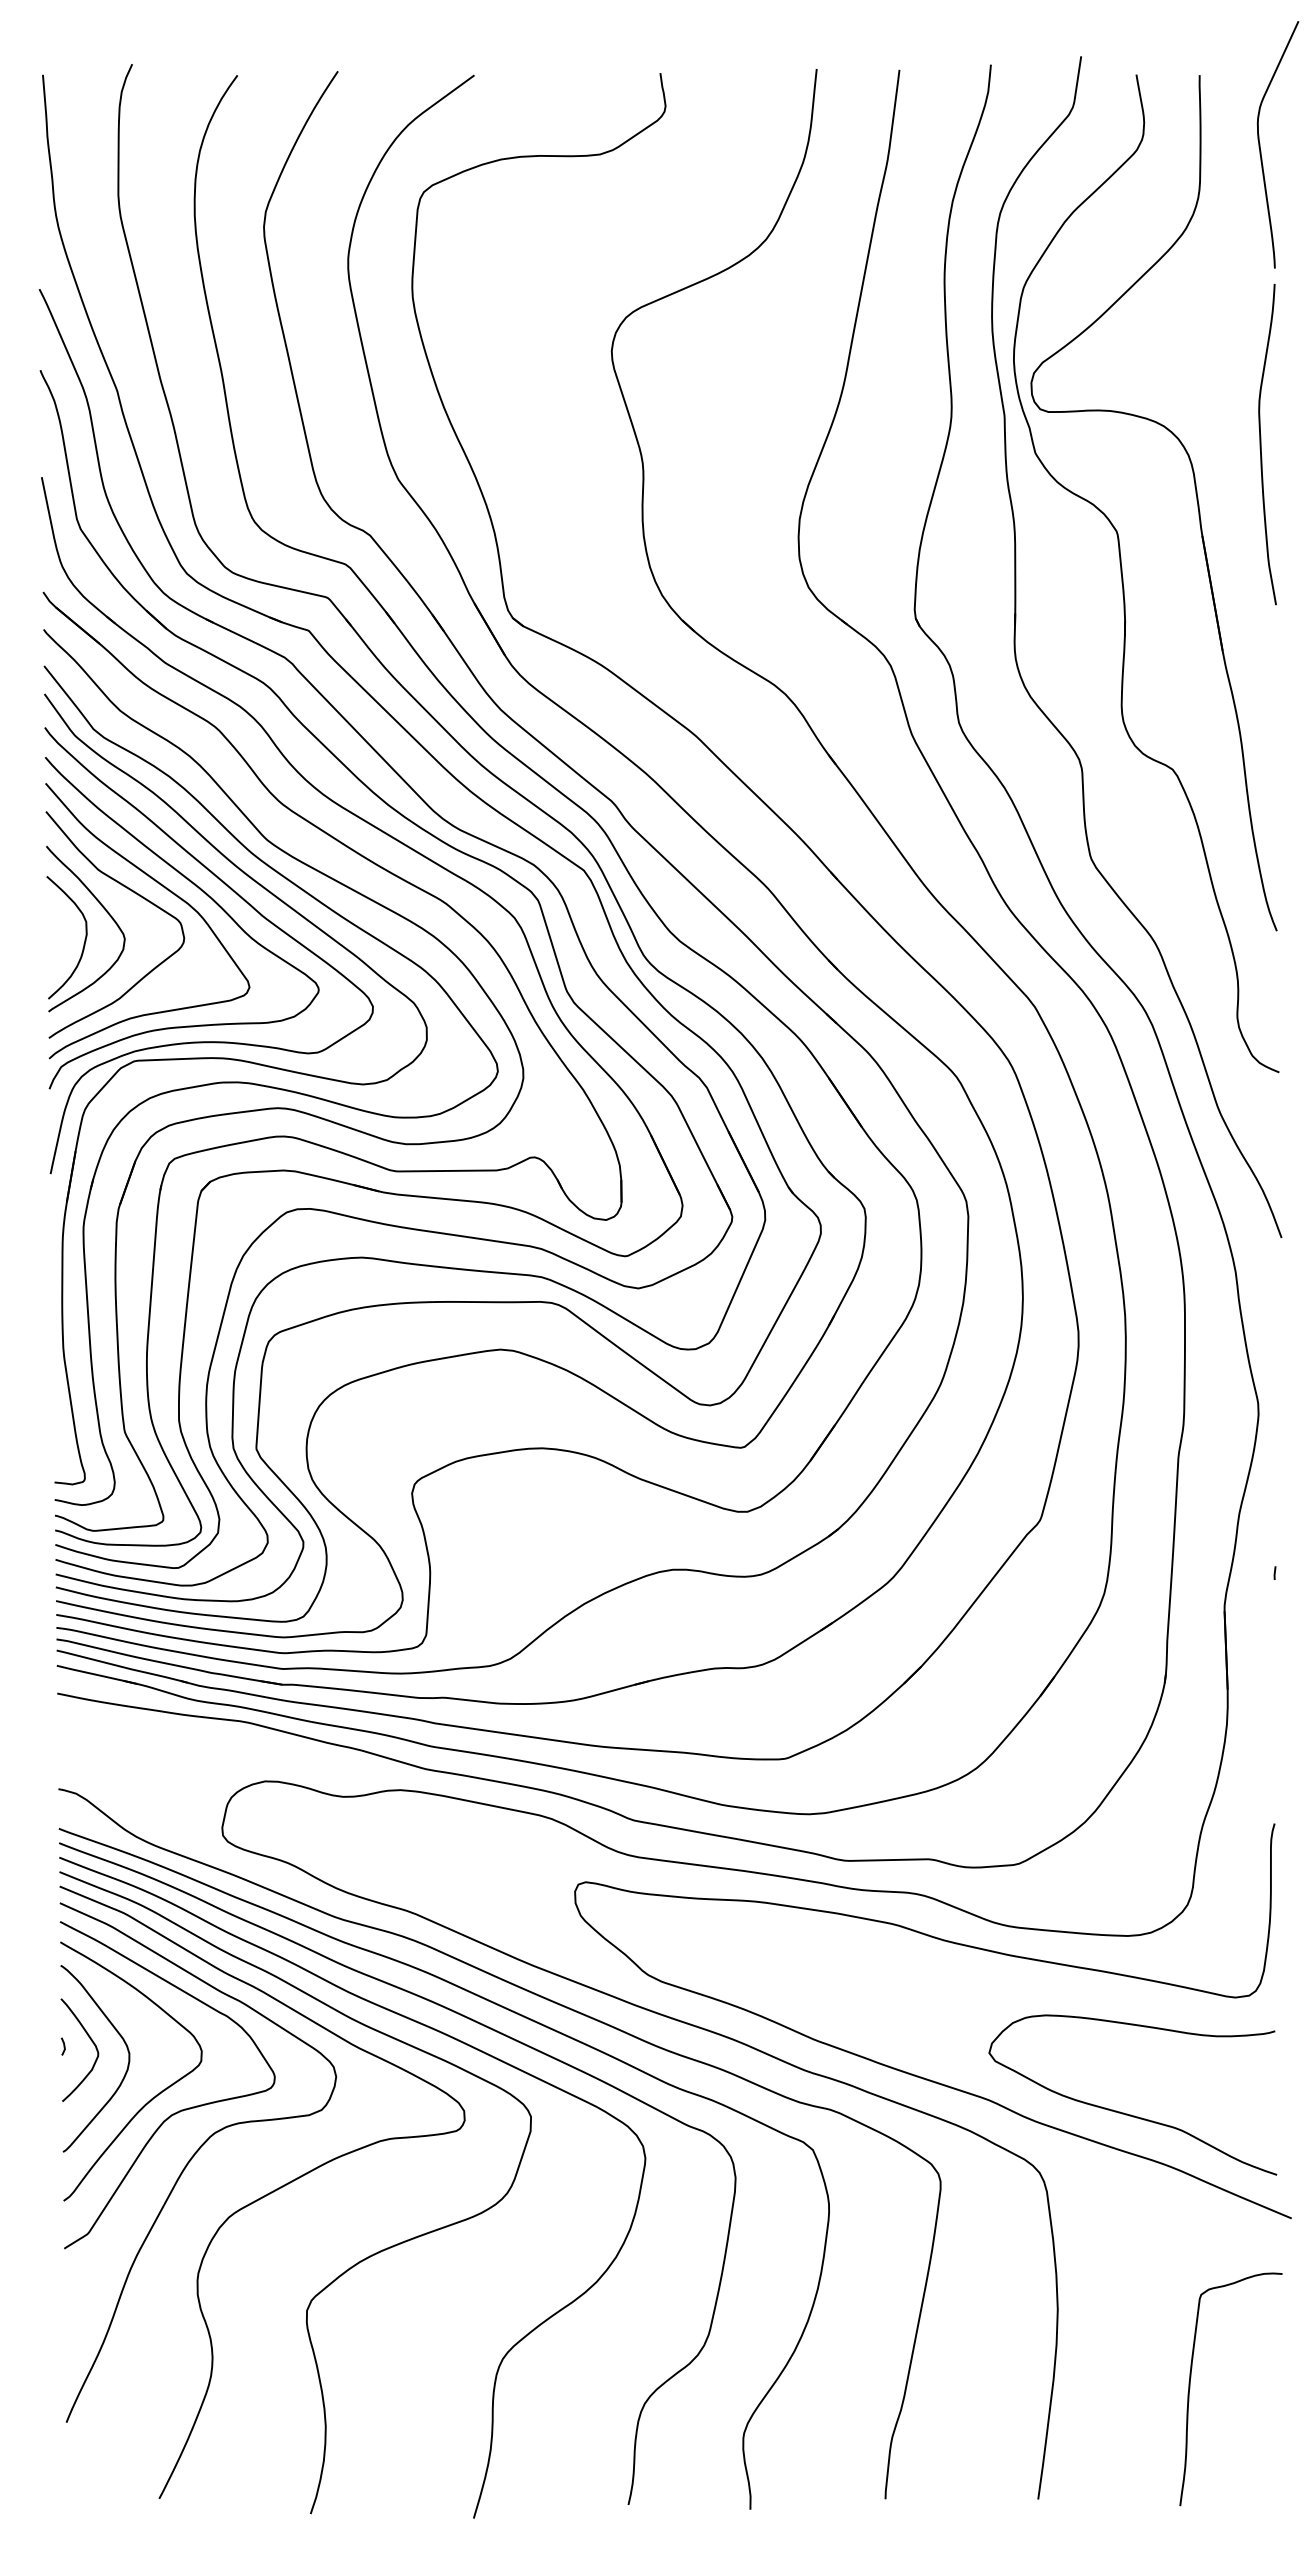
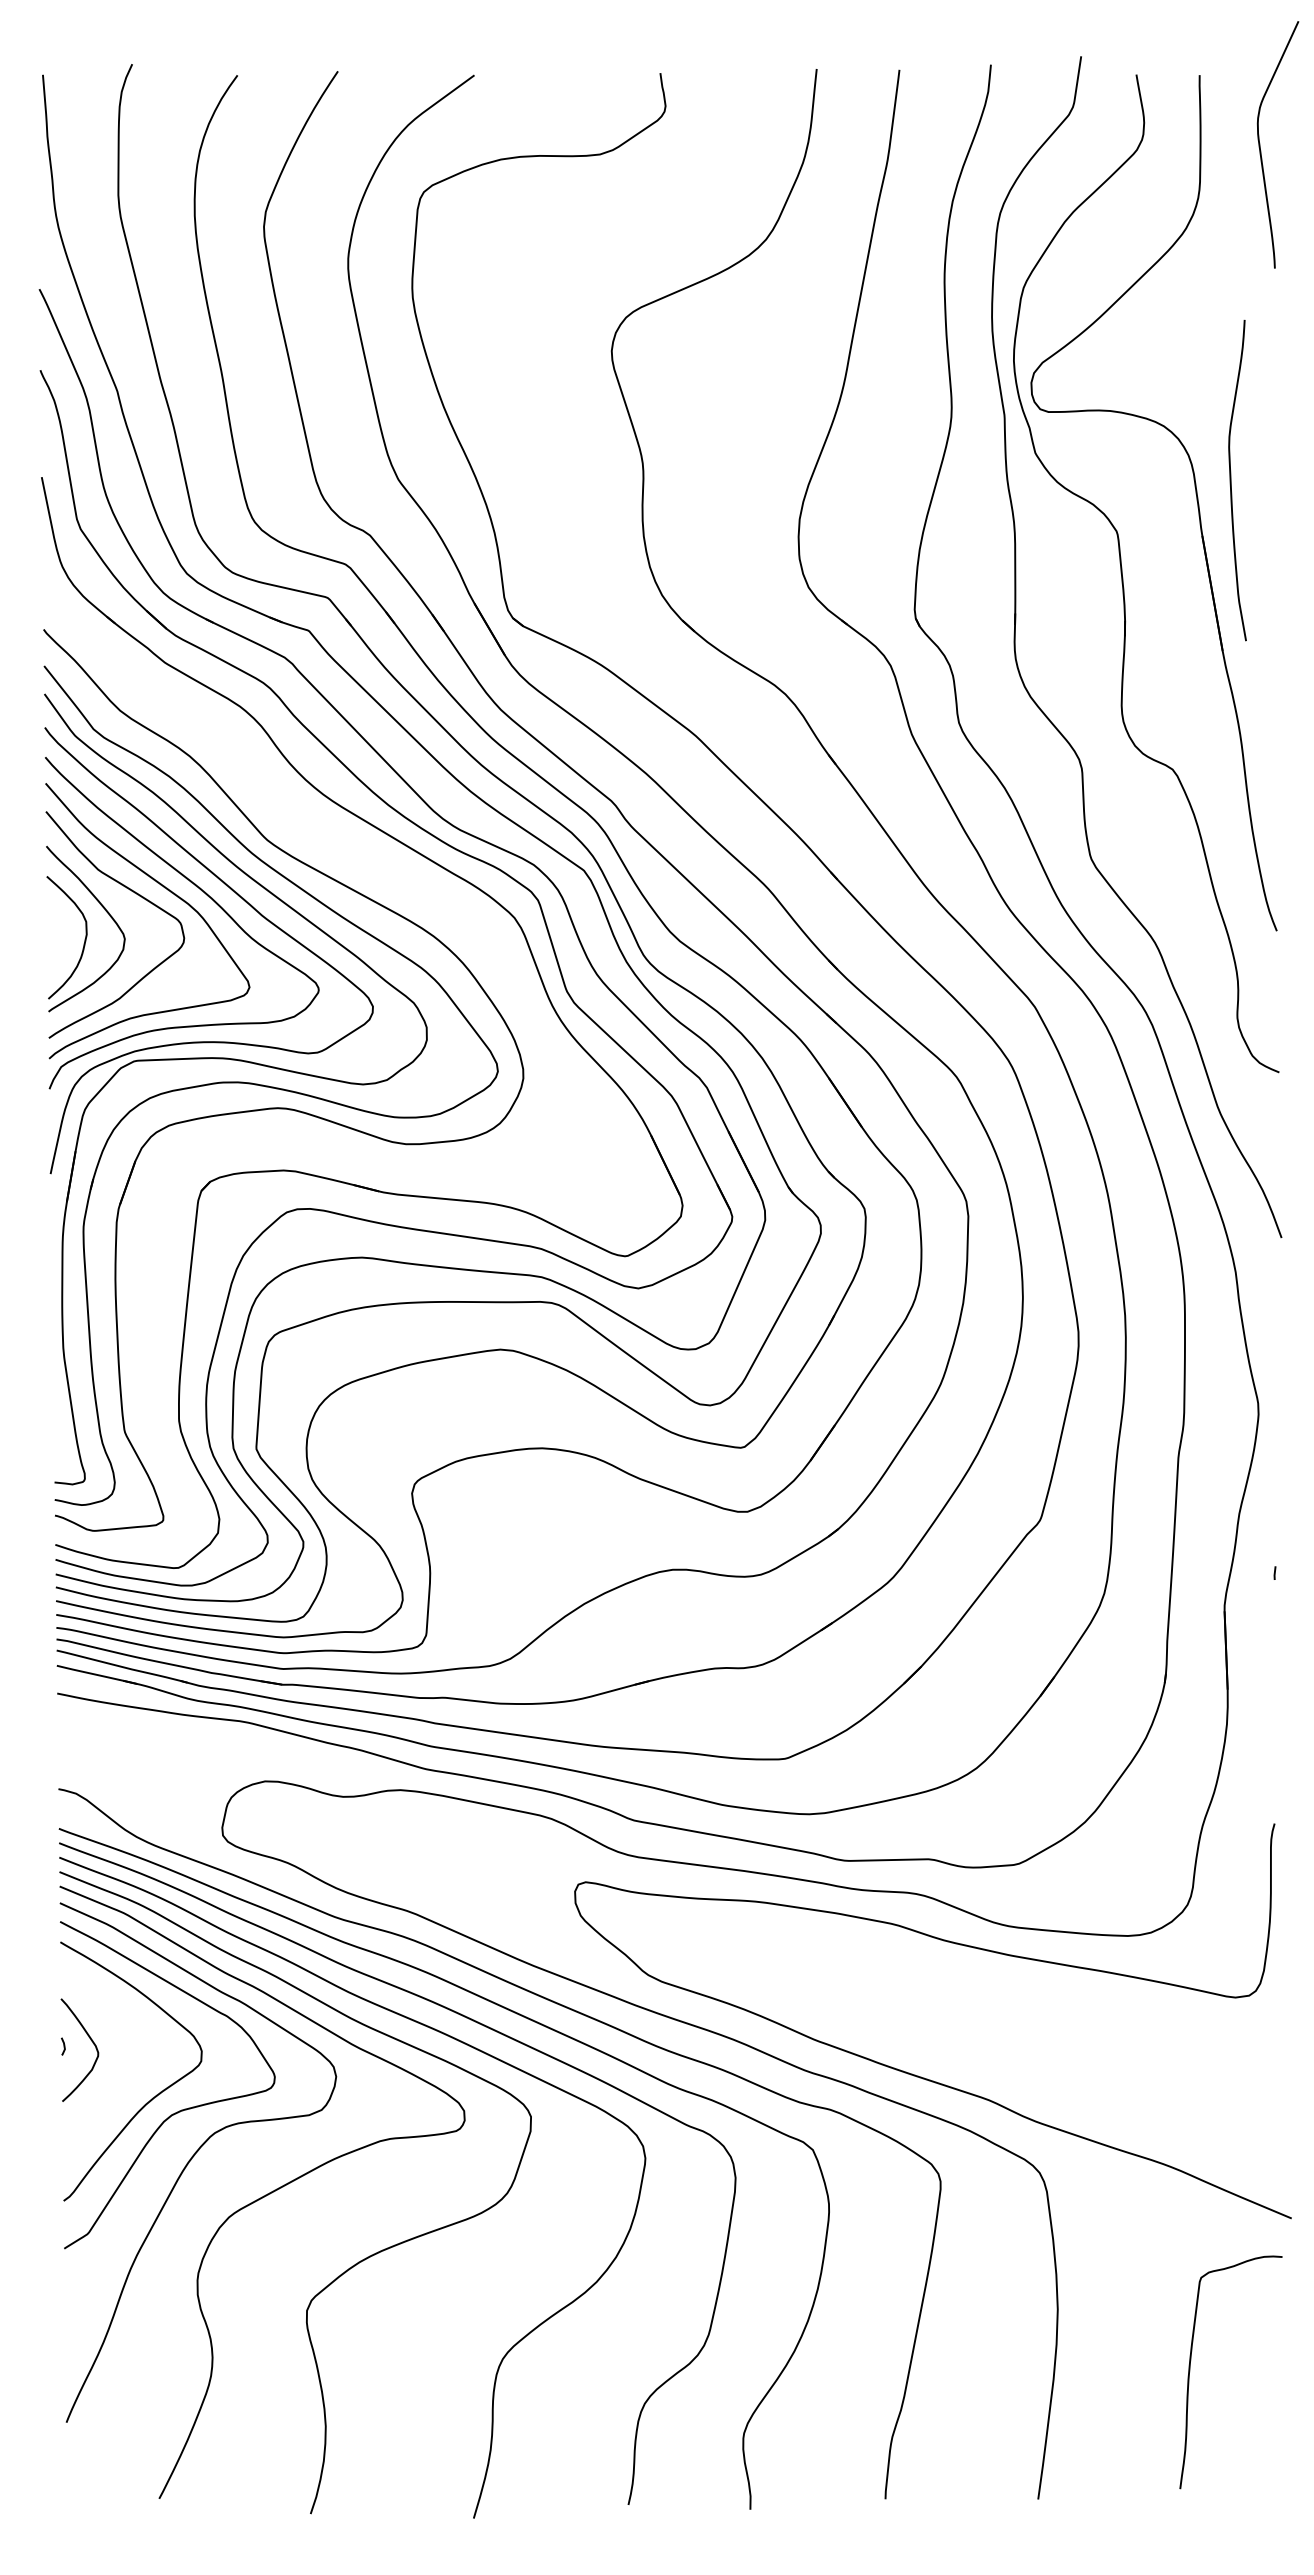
curve at (1261, 444) position: (1261, 444) -> (1231, 480)
part at (311, 1141): present -> none
curve at (127, 2064): present -> none
curve at (1127, 2113): present -> none
curve at (1190, 2388) position: (1190, 2388) -> (1190, 2371)
